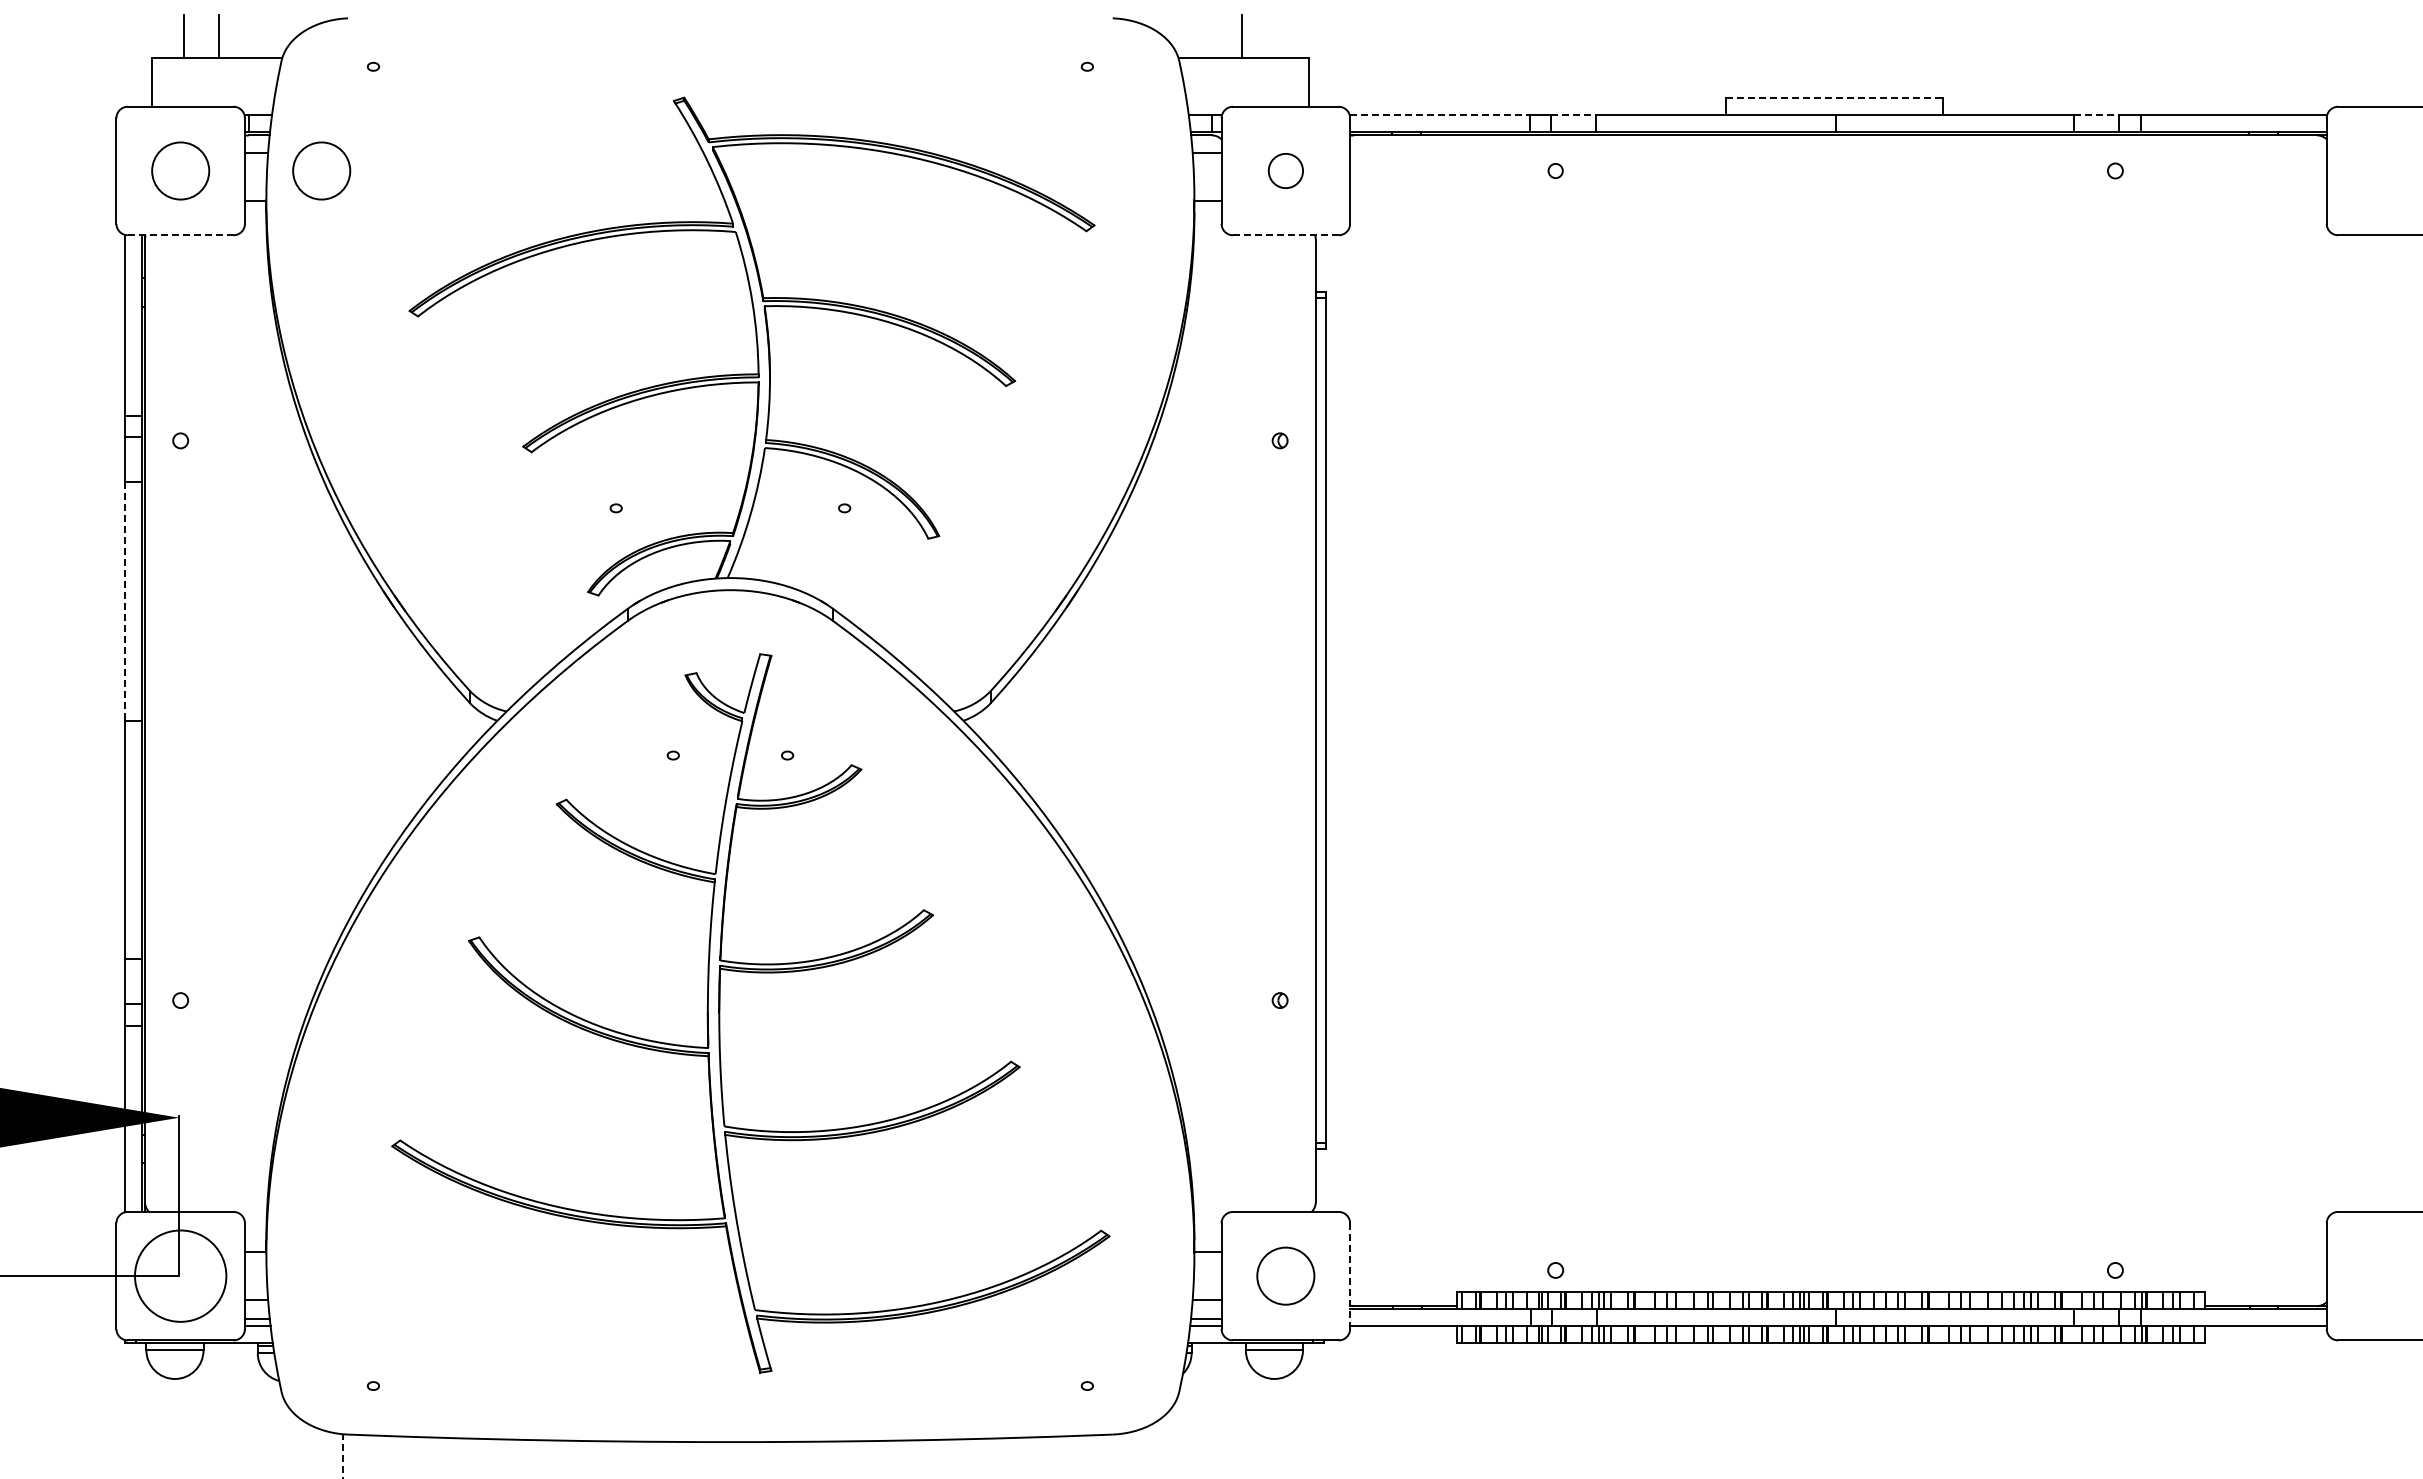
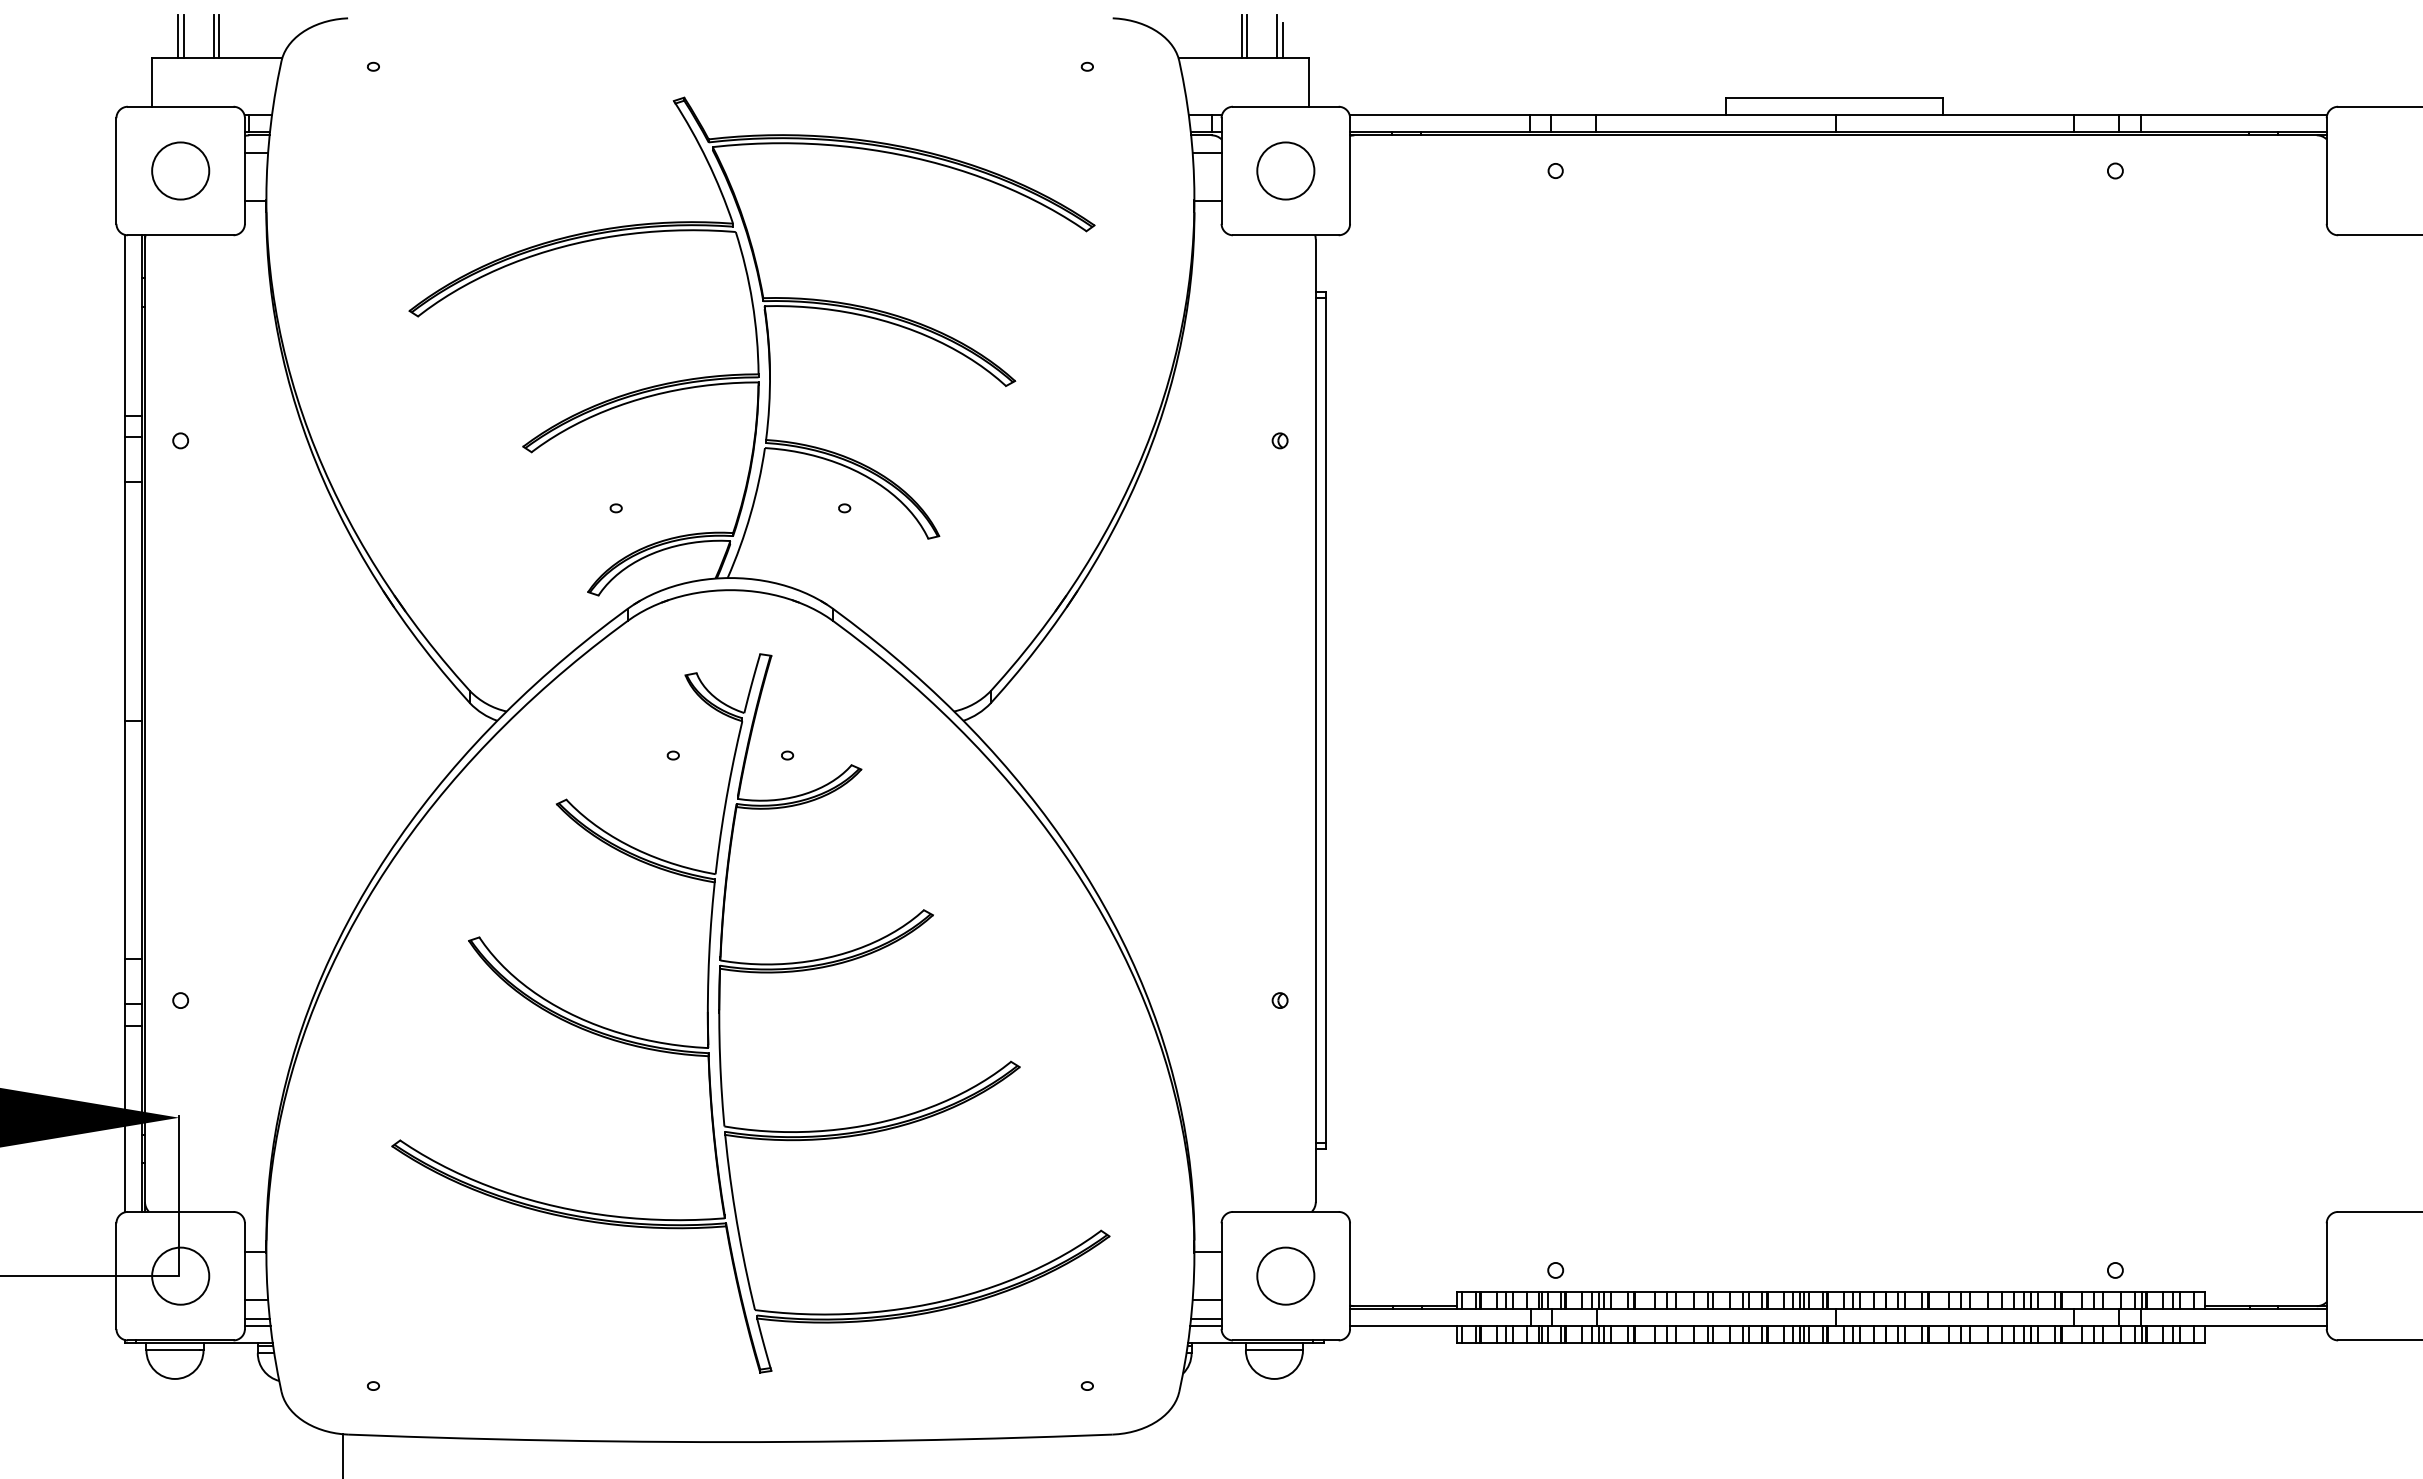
line at (177, 36): none -> present
line at (213, 36): none -> present
line at (1247, 36): none -> present
line at (1277, 36): none -> present
line at (1282, 40): none -> present
line at (1834, 98): dashed -> solid
line at (1440, 115): dashed -> solid
line at (1574, 115): dashed -> solid
line at (2097, 115): dashed -> solid
circle at (321, 170): present -> none
circle at (1285, 170) size: 37x36 px -> 60x60 px
line at (180, 235): dashed -> solid
line at (1285, 235): dashed -> solid
line at (125, 601): dashed -> solid
circle at (180, 1275) diameter: 91 px -> 57 px
line at (1350, 1276): dashed -> solid
line at (343, 1456): dashed -> solid
